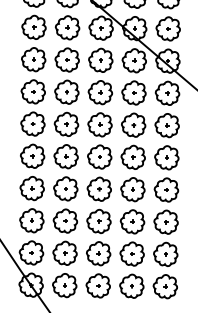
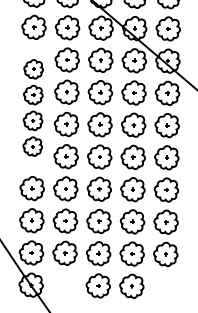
part at (33, 107) size: 27x122 px -> 22x98 px
part at (64, 285): present -> none
part at (164, 286): present -> none
